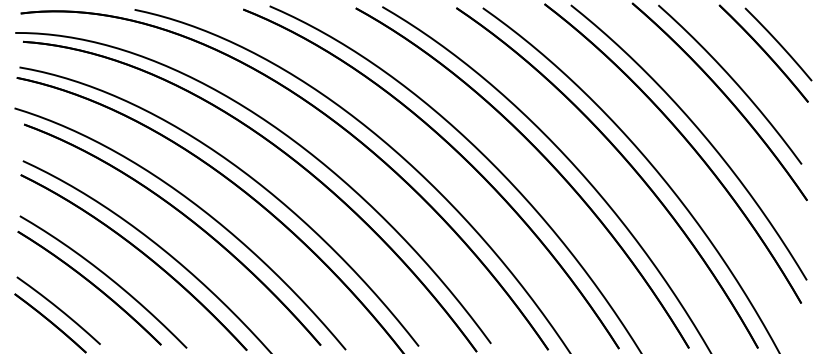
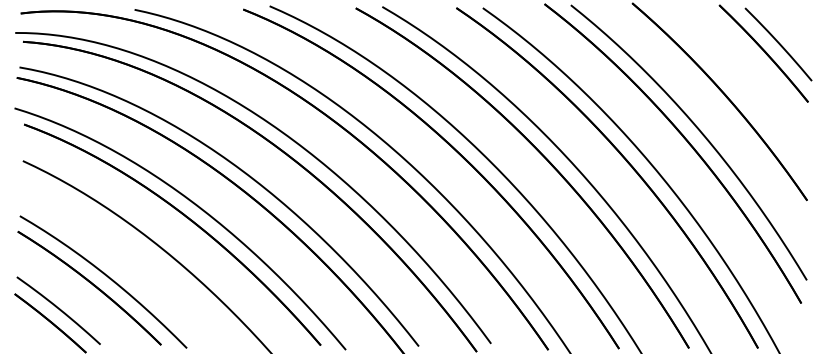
curve at (733, 81): present -> none
part at (141, 253): present -> none
